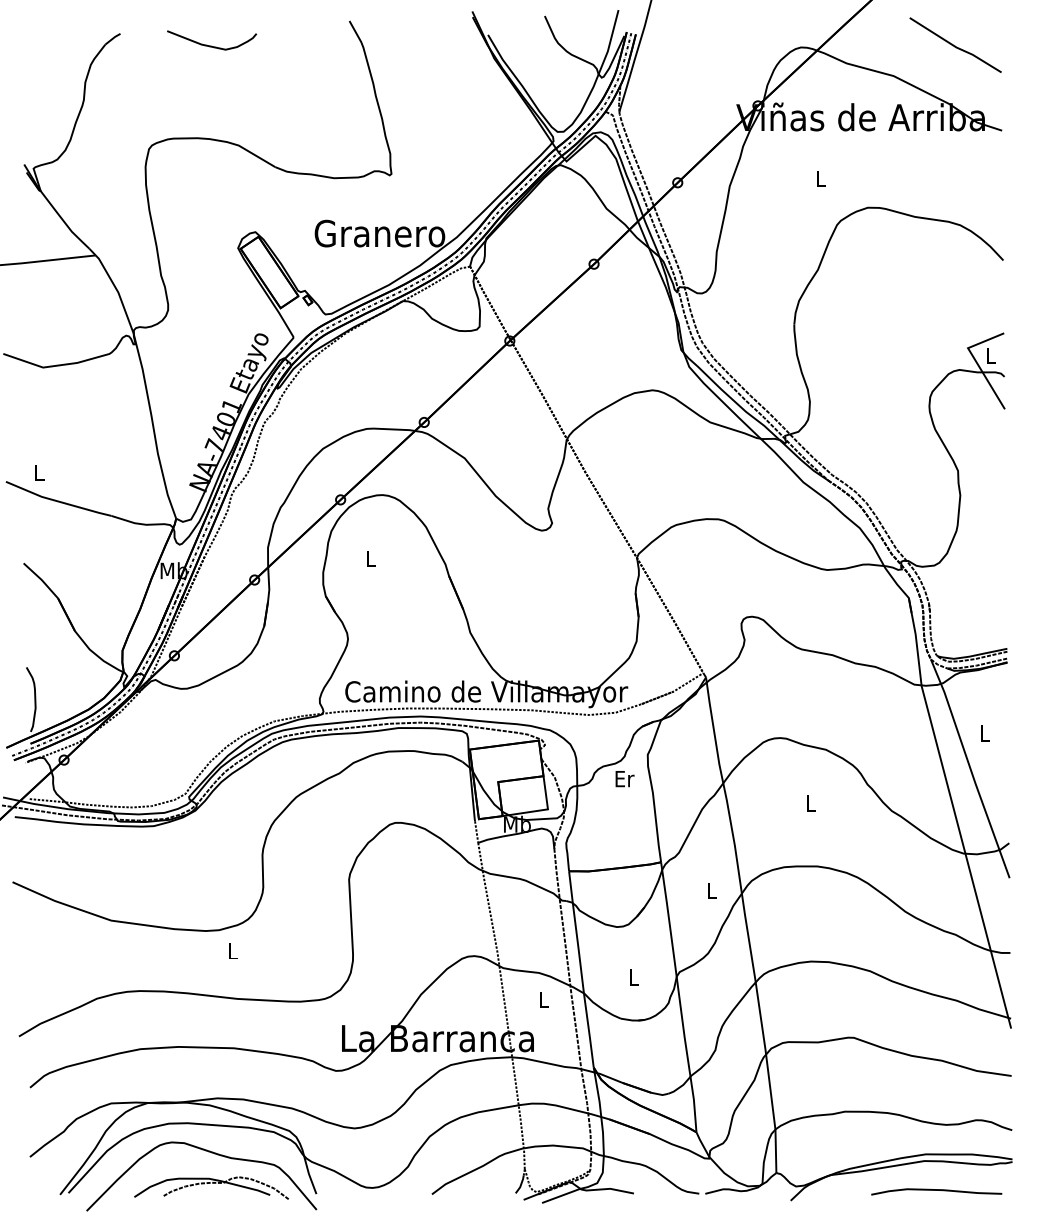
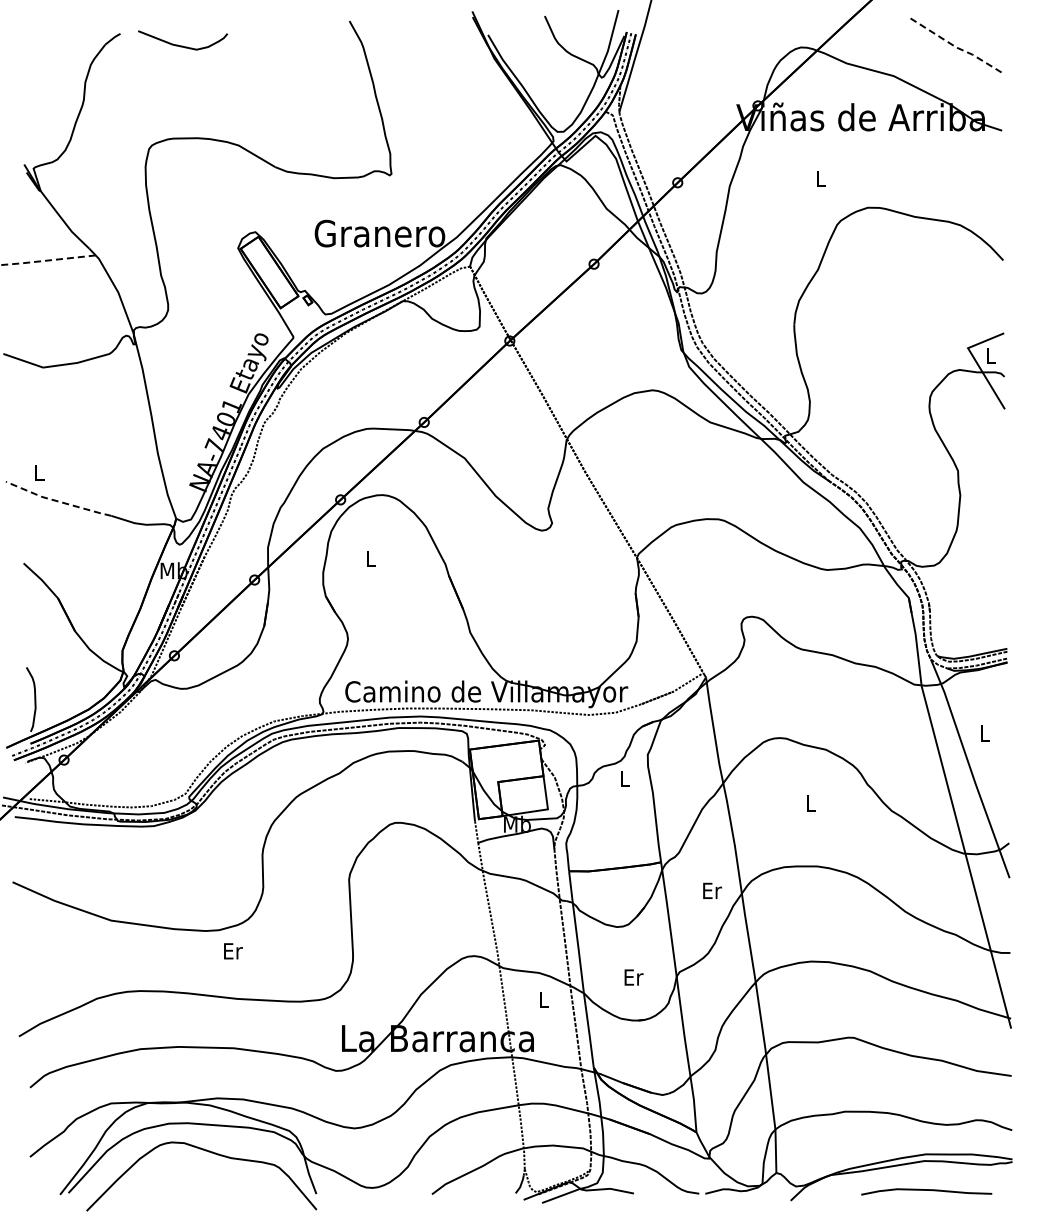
curve at (211, 45) position: (211, 45) -> (182, 45)
line at (955, 47): solid -> dashed
line at (47, 260): solid -> dashed
line at (58, 501): solid -> dashed
text at (624, 779): Er -> L
text at (712, 890): L -> Er
text at (233, 951): L -> Er
text at (633, 977): L -> Er
part at (211, 1187): present -> none
curve at (936, 1190) position: (936, 1190) -> (926, 1190)
